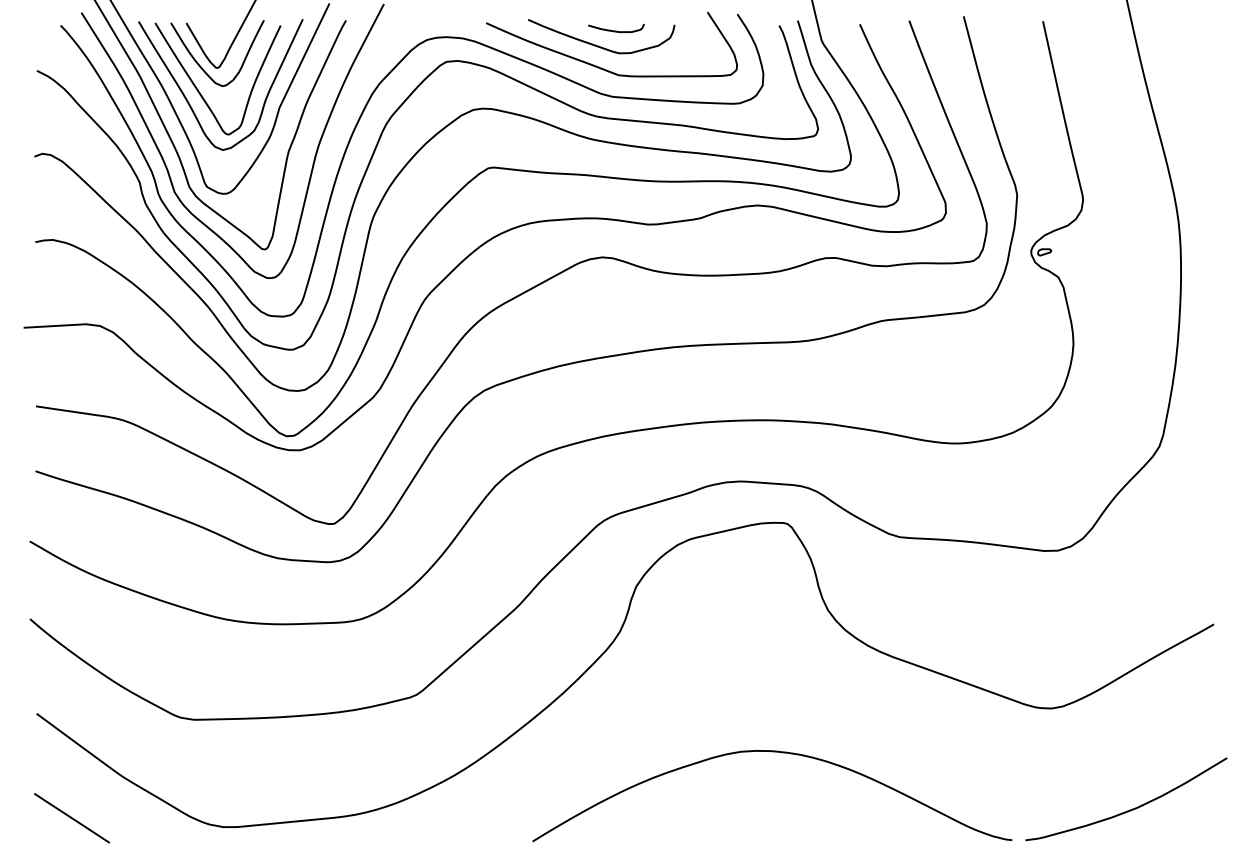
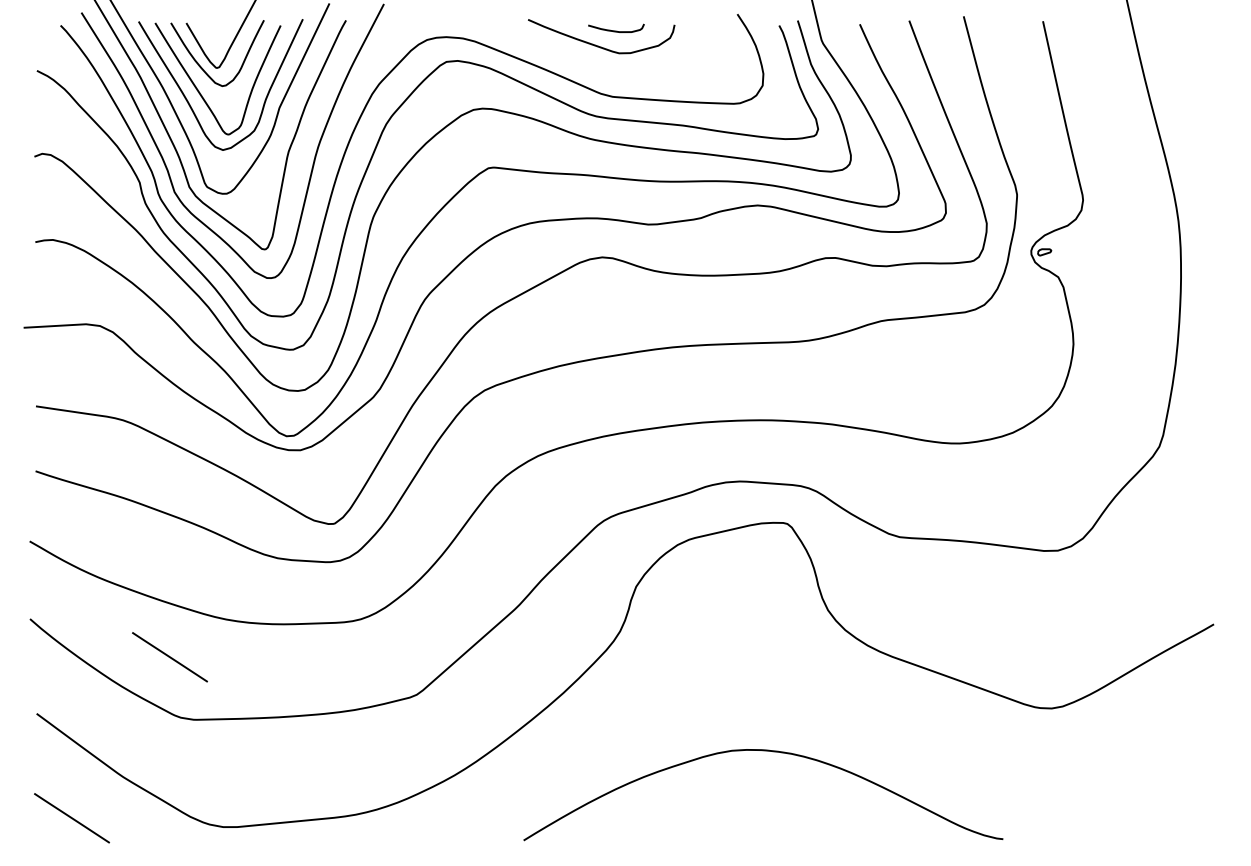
curve at (604, 68): present -> none
line at (169, 657): none -> present
curve at (772, 752) position: (772, 752) -> (763, 751)
curve at (1129, 809): present -> none
